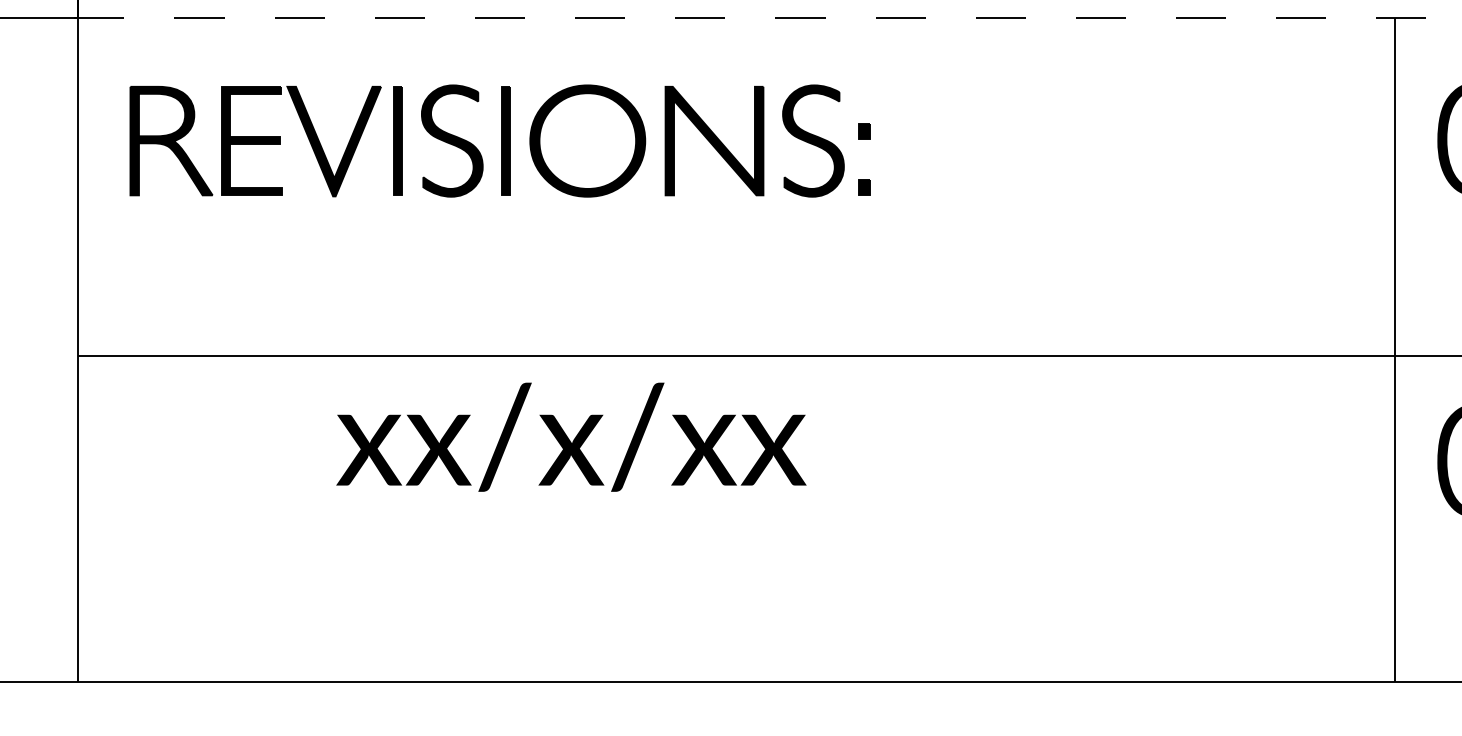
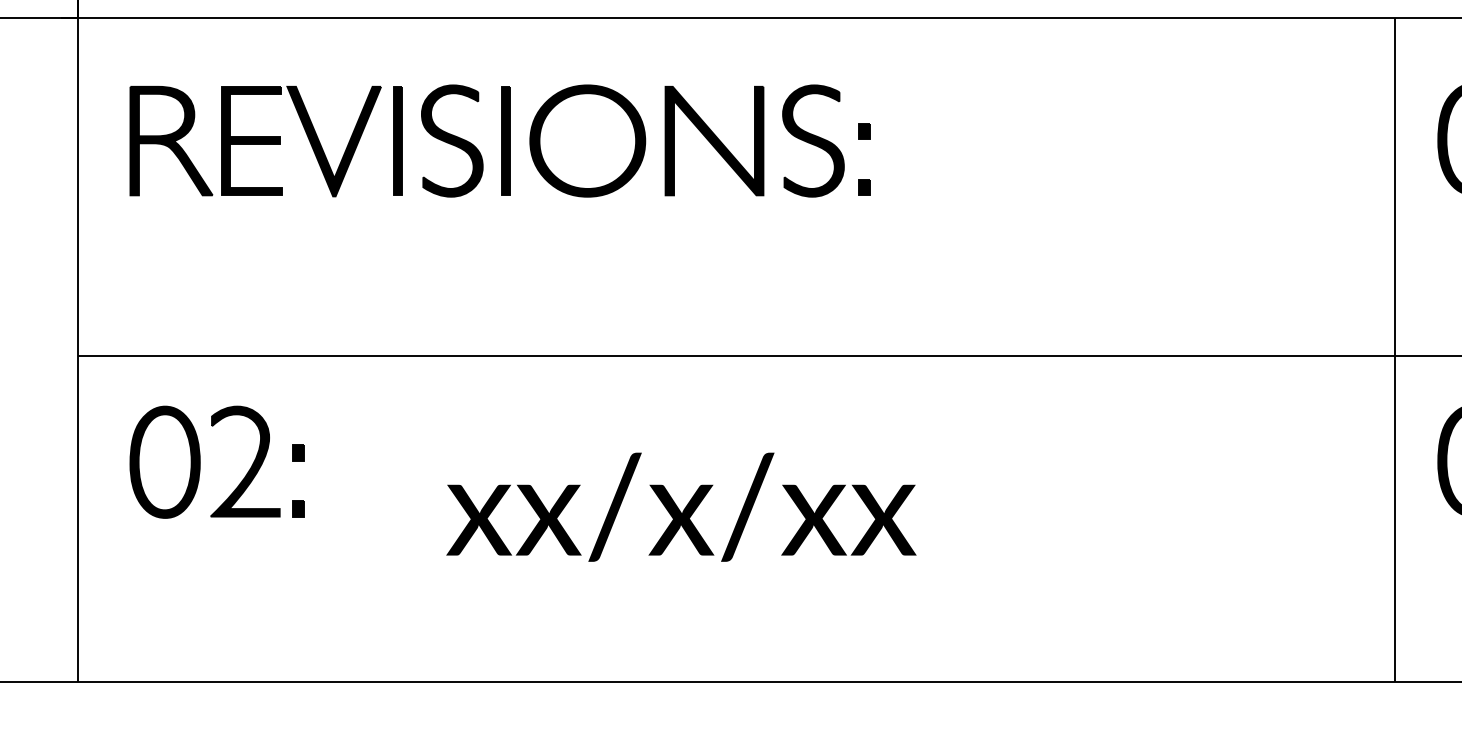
line at (760, 17): dashed -> solid
text at (571, 436) position: (571, 436) -> (681, 506)
part at (200, 461): none -> present
